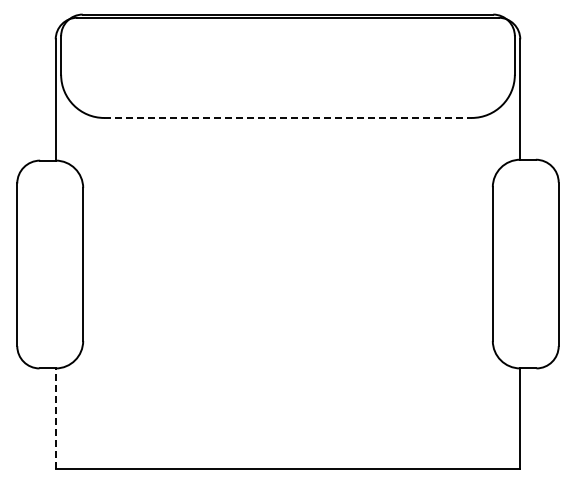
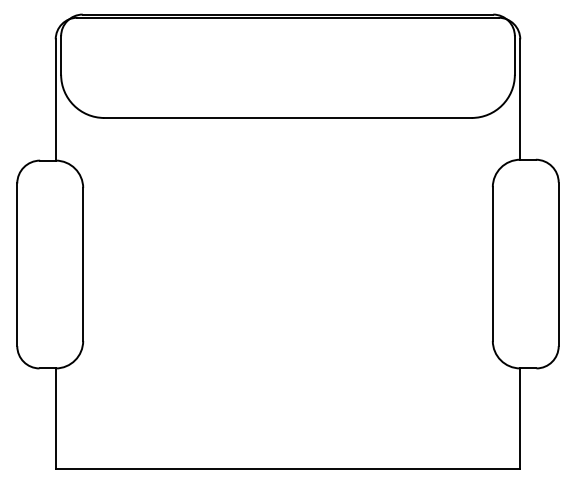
line at (288, 117): dashed -> solid
line at (55, 418): dashed -> solid
